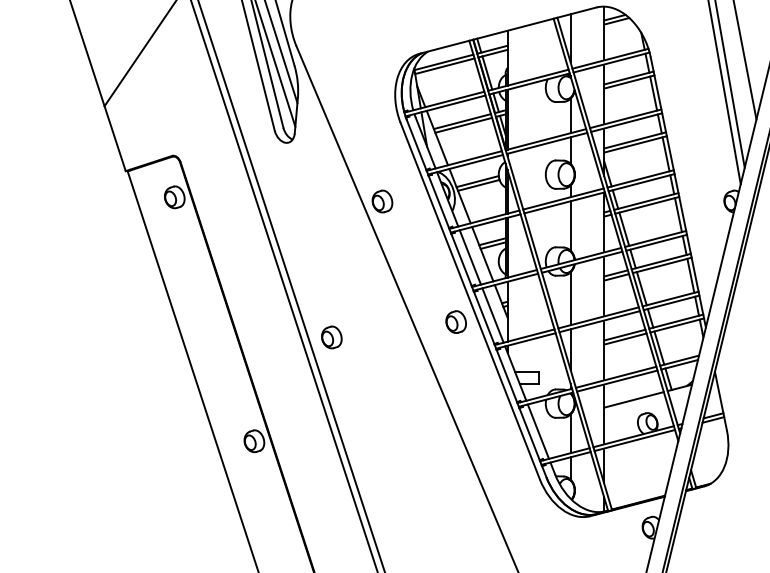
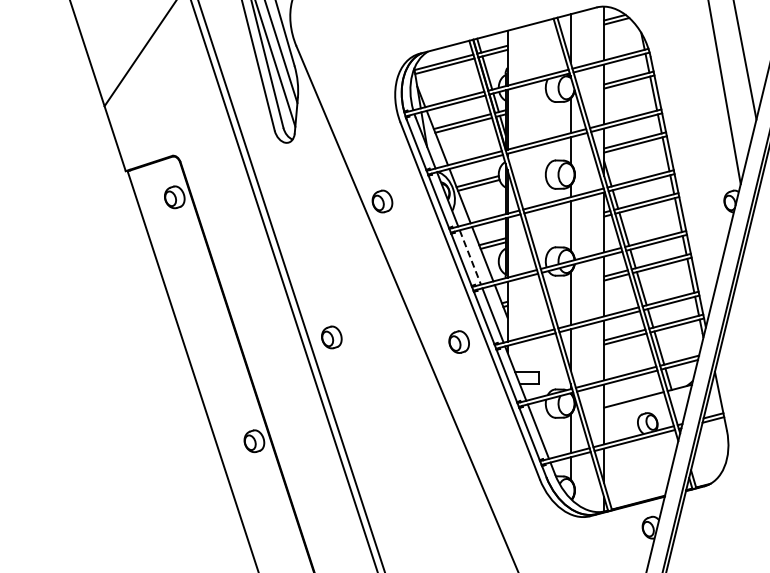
line at (729, 84): present -> none
line at (470, 257): solid -> dashed
part at (455, 321) position: (455, 321) -> (458, 341)
